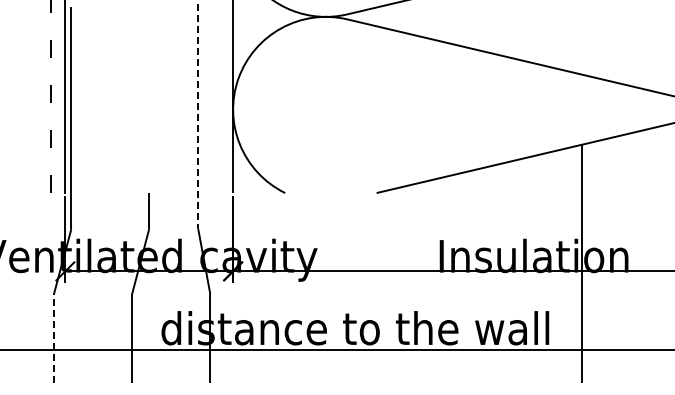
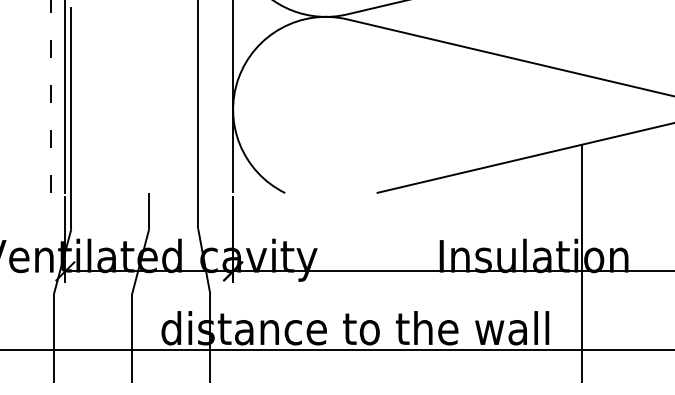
line at (198, 115): dashed -> solid
line at (53, 338): dashed -> solid
